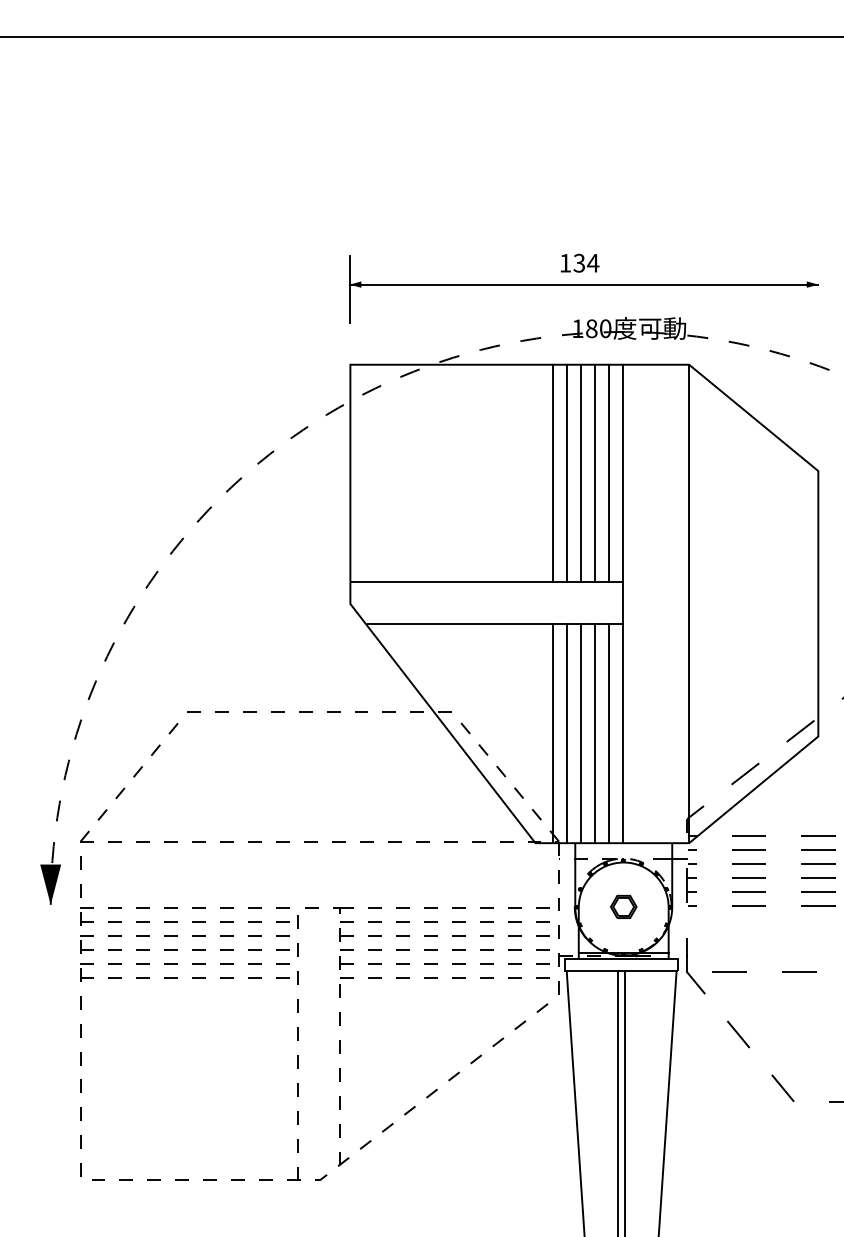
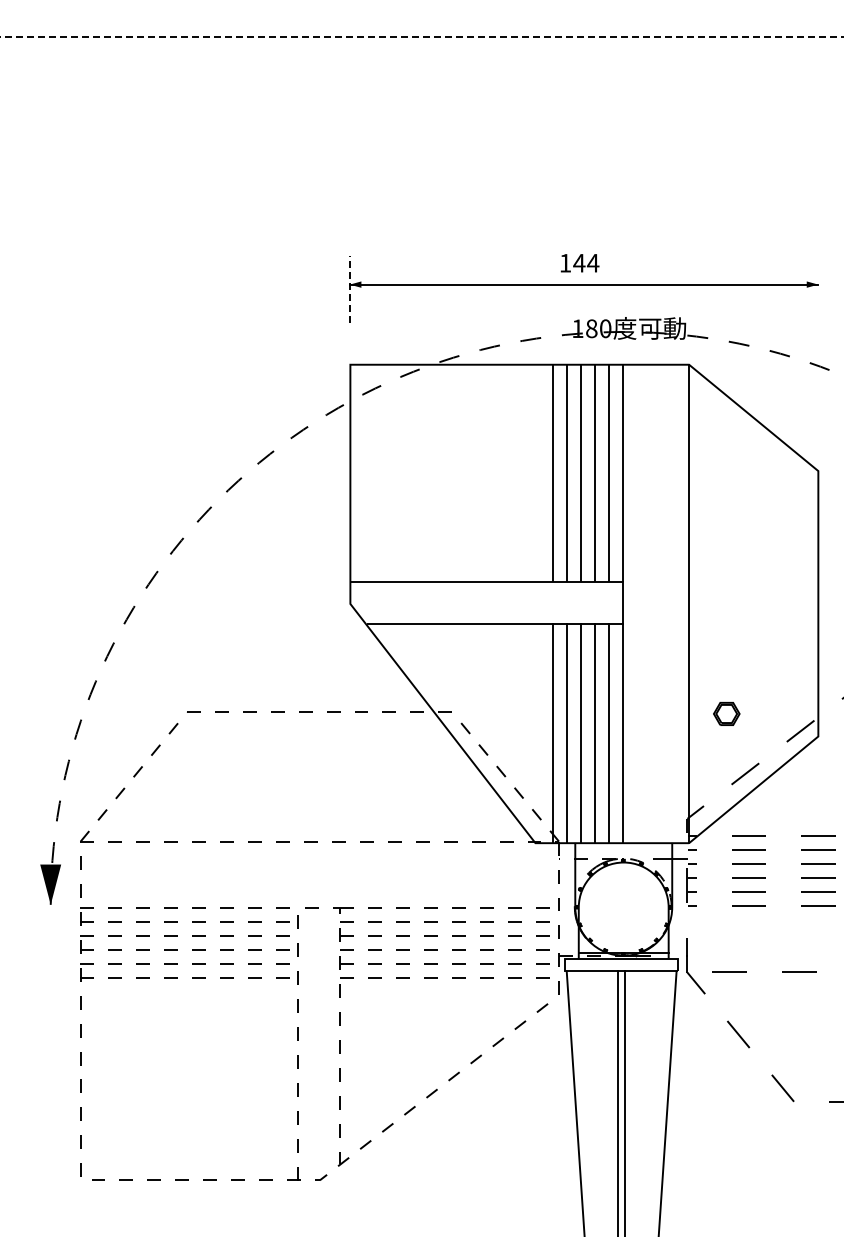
line at (422, 37): solid -> dashed
text at (579, 262): 134 -> 144
line at (350, 289): solid -> dashed
part at (623, 906) position: (623, 906) -> (726, 713)
